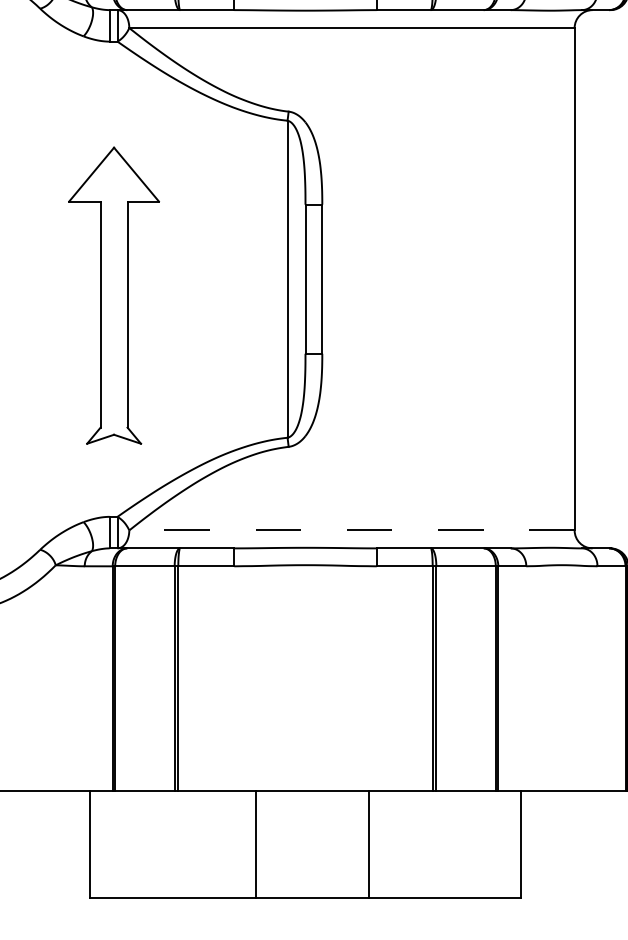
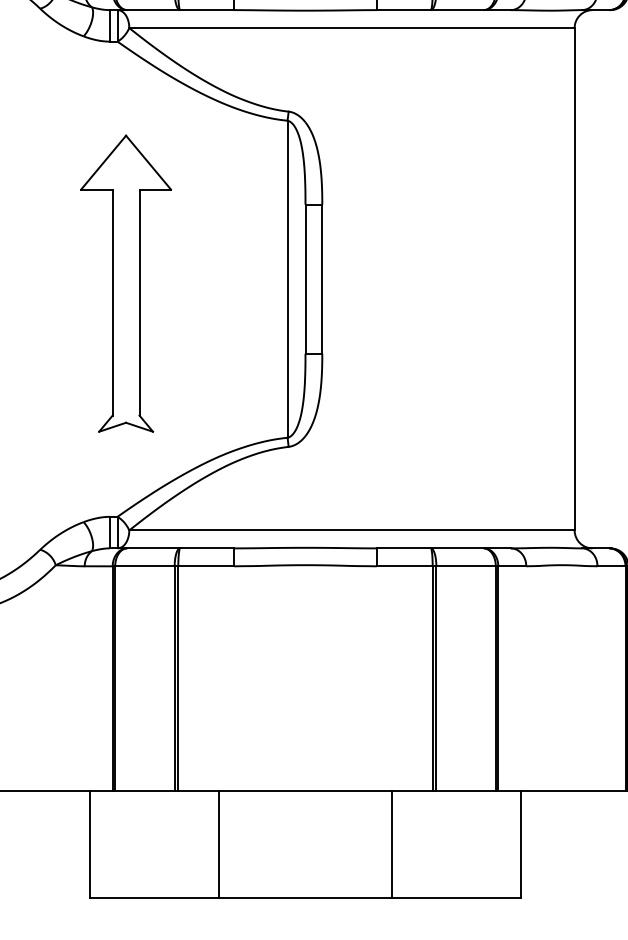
part at (113, 295) position: (113, 295) -> (125, 283)
line at (351, 530): dashed -> solid
line at (256, 844) position: (256, 844) -> (219, 844)
line at (368, 844) position: (368, 844) -> (391, 844)
